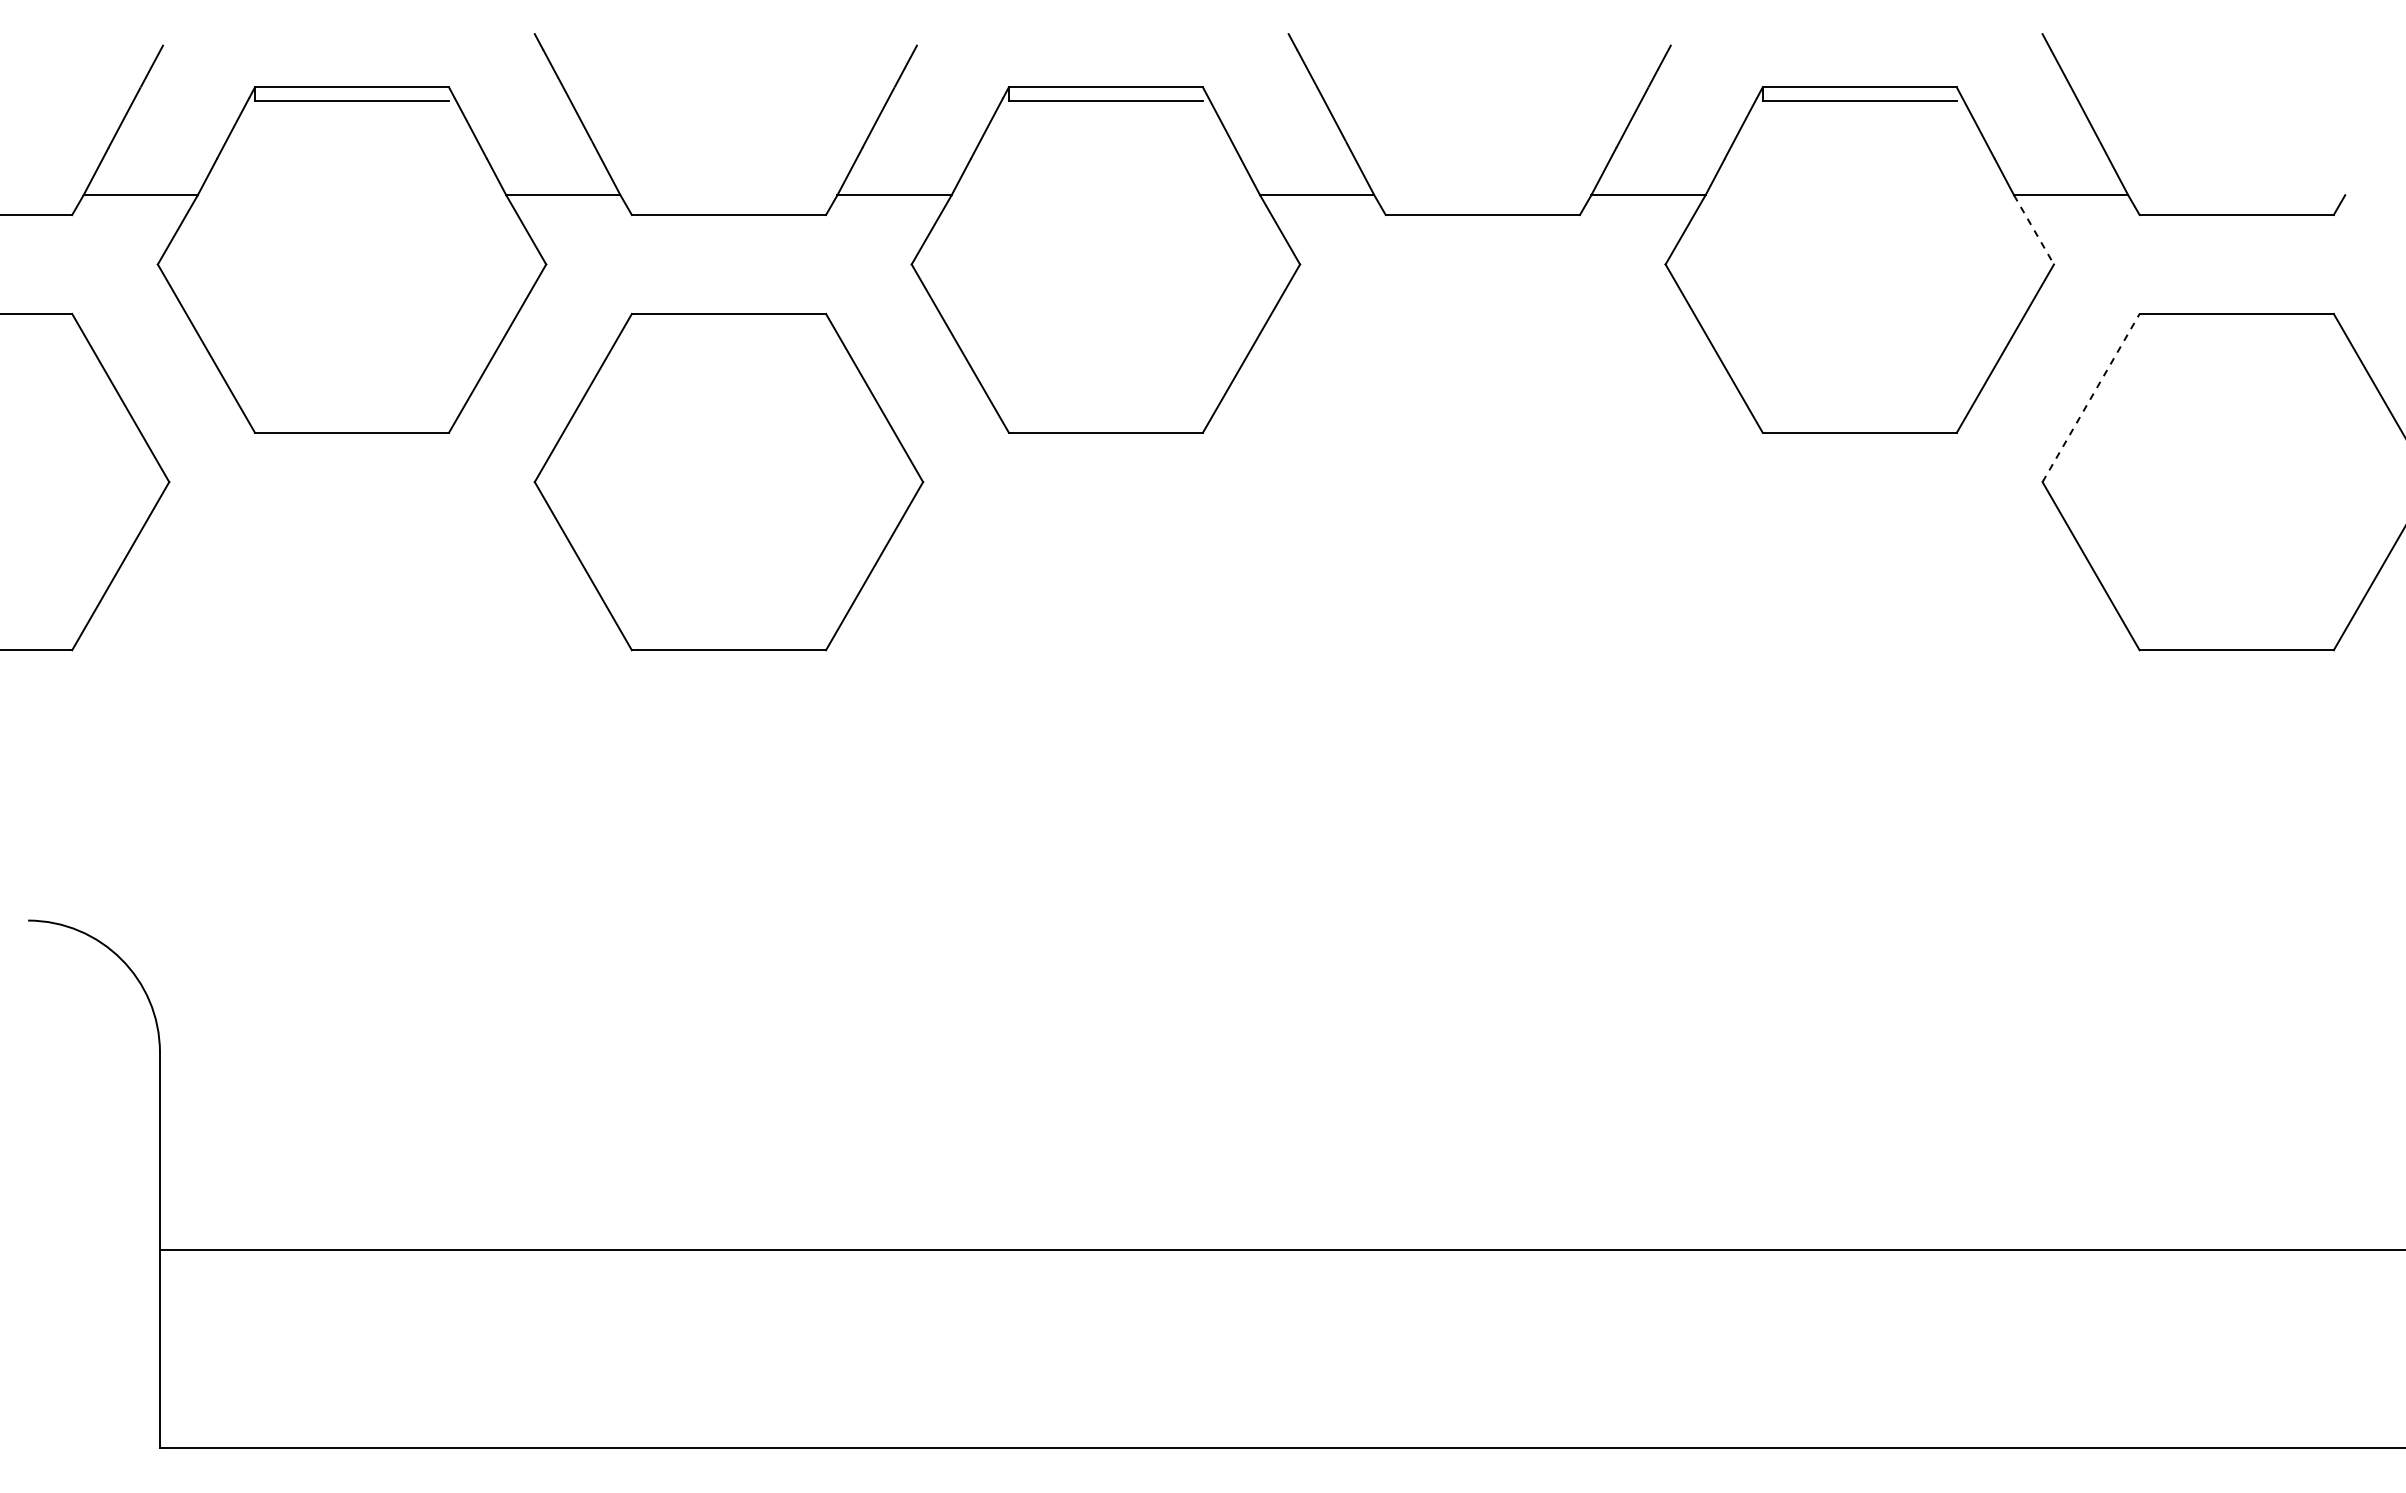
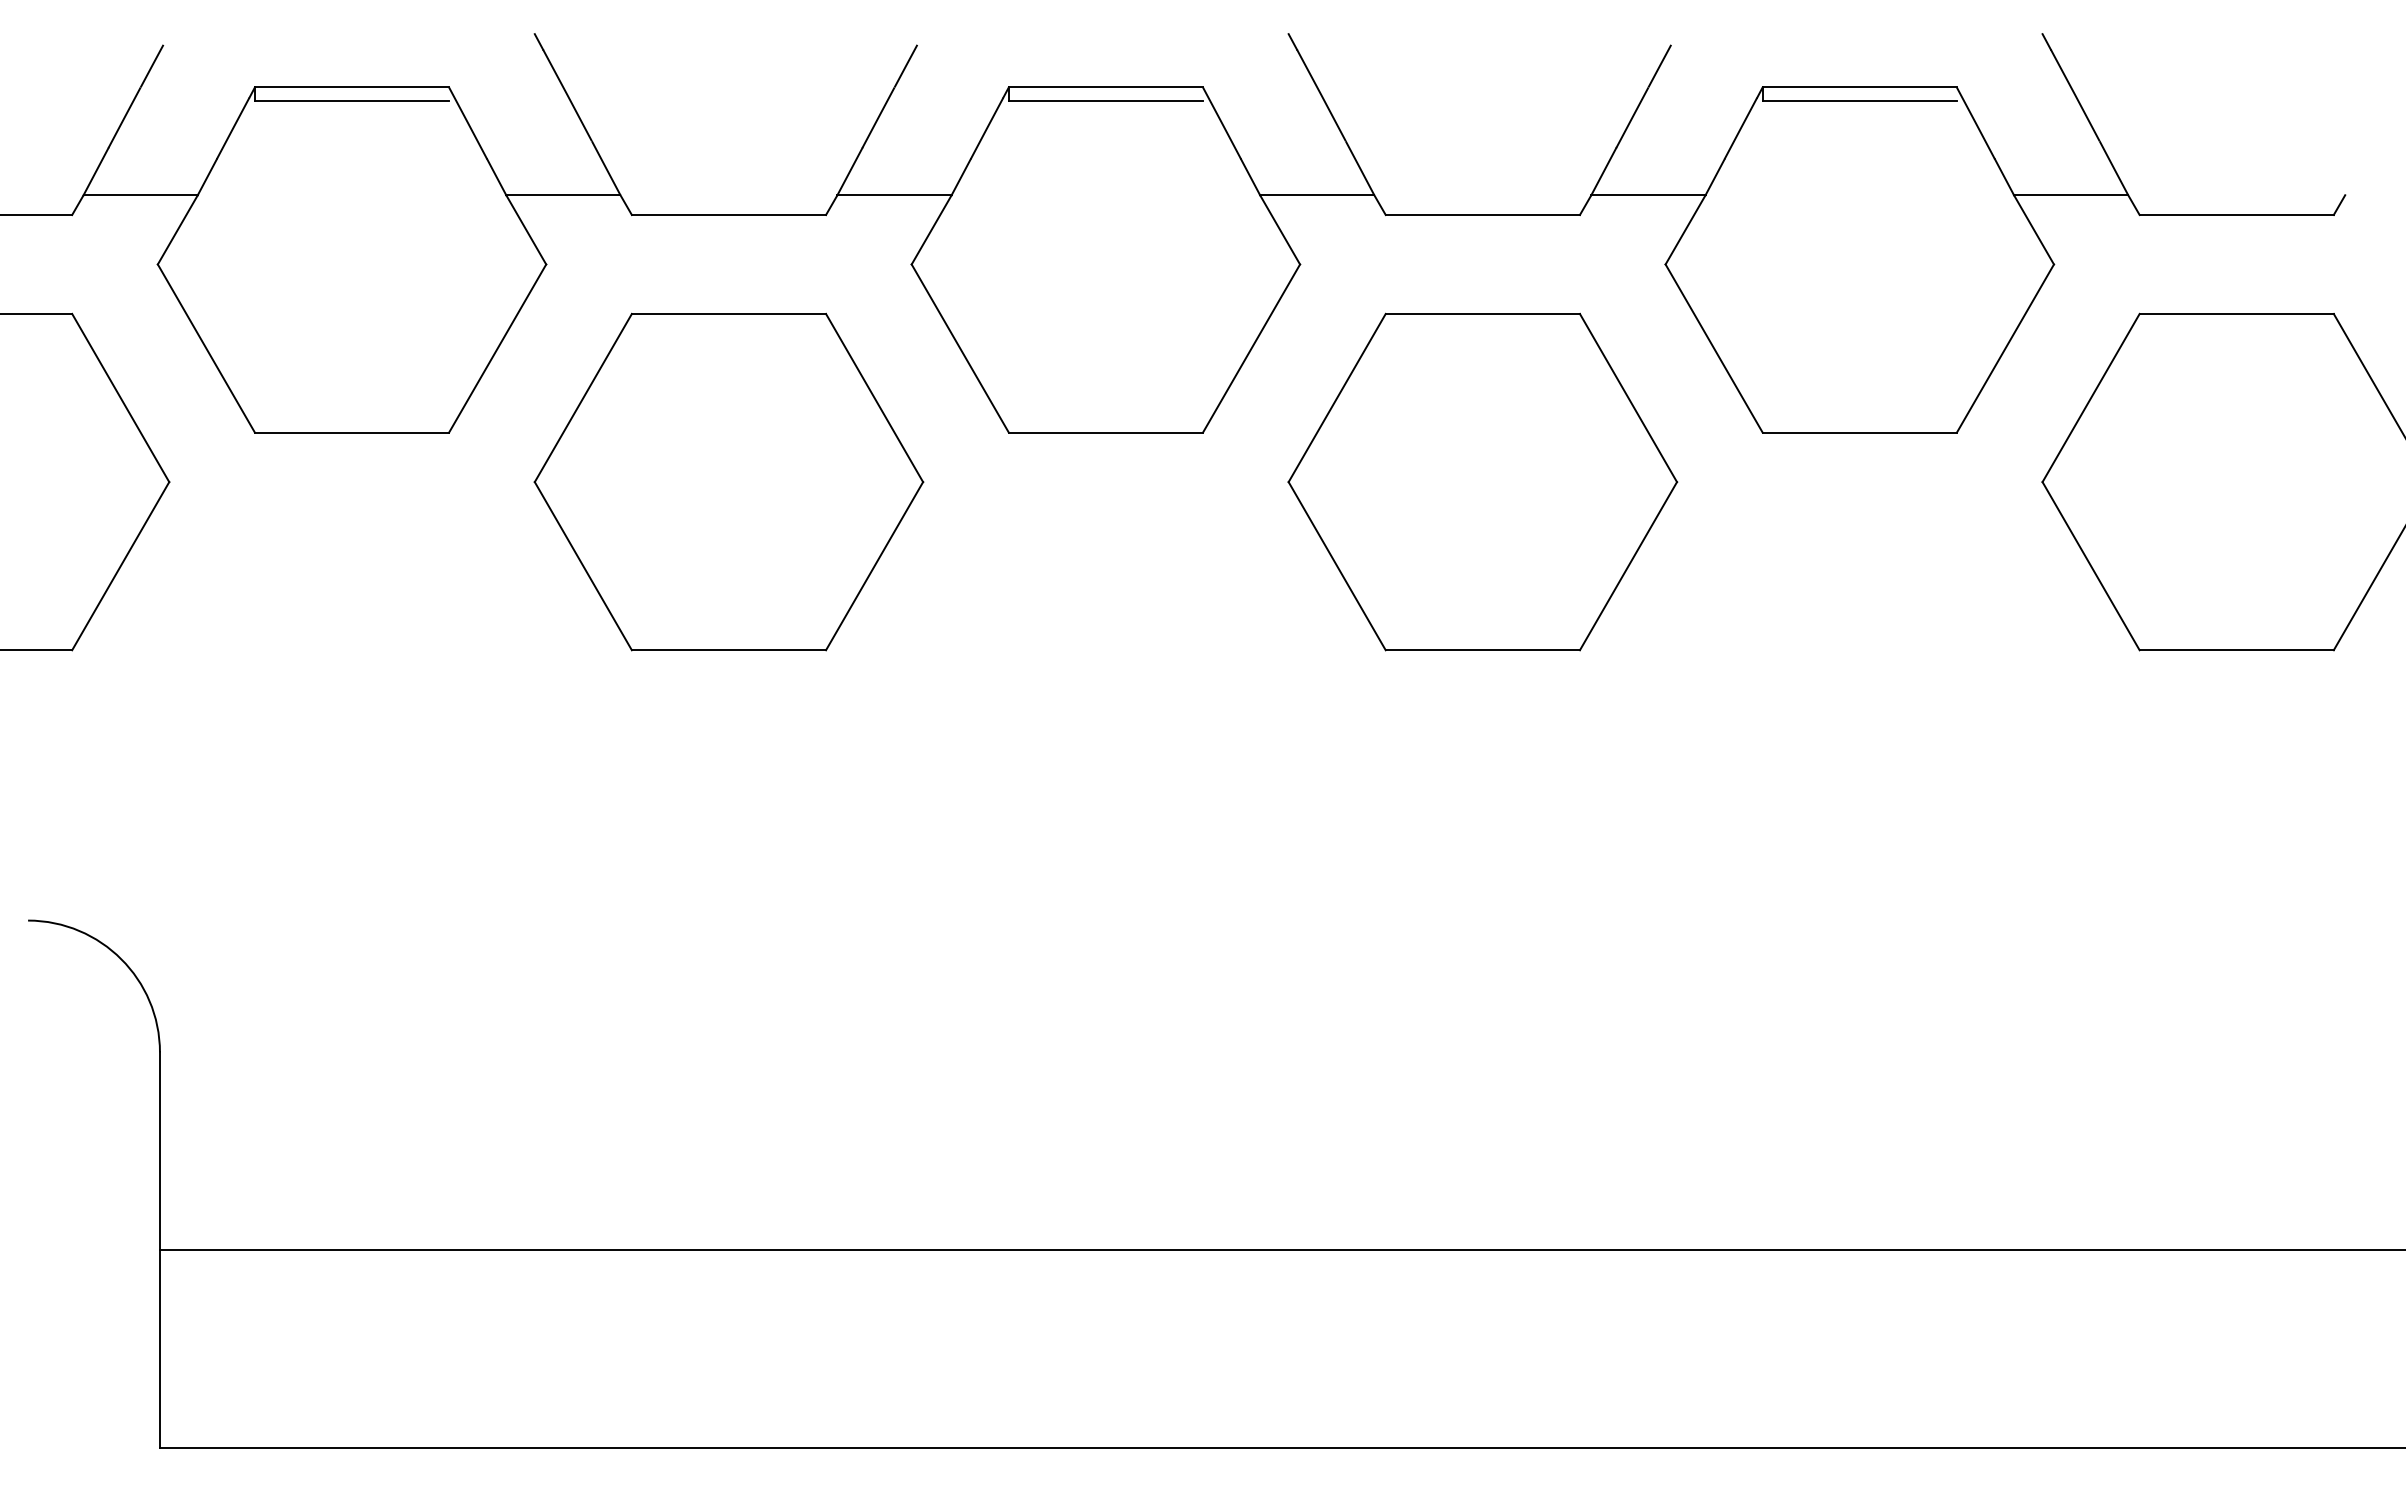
line at (2034, 229): dashed -> solid
line at (2091, 397): dashed -> solid
part at (1482, 481): none -> present
